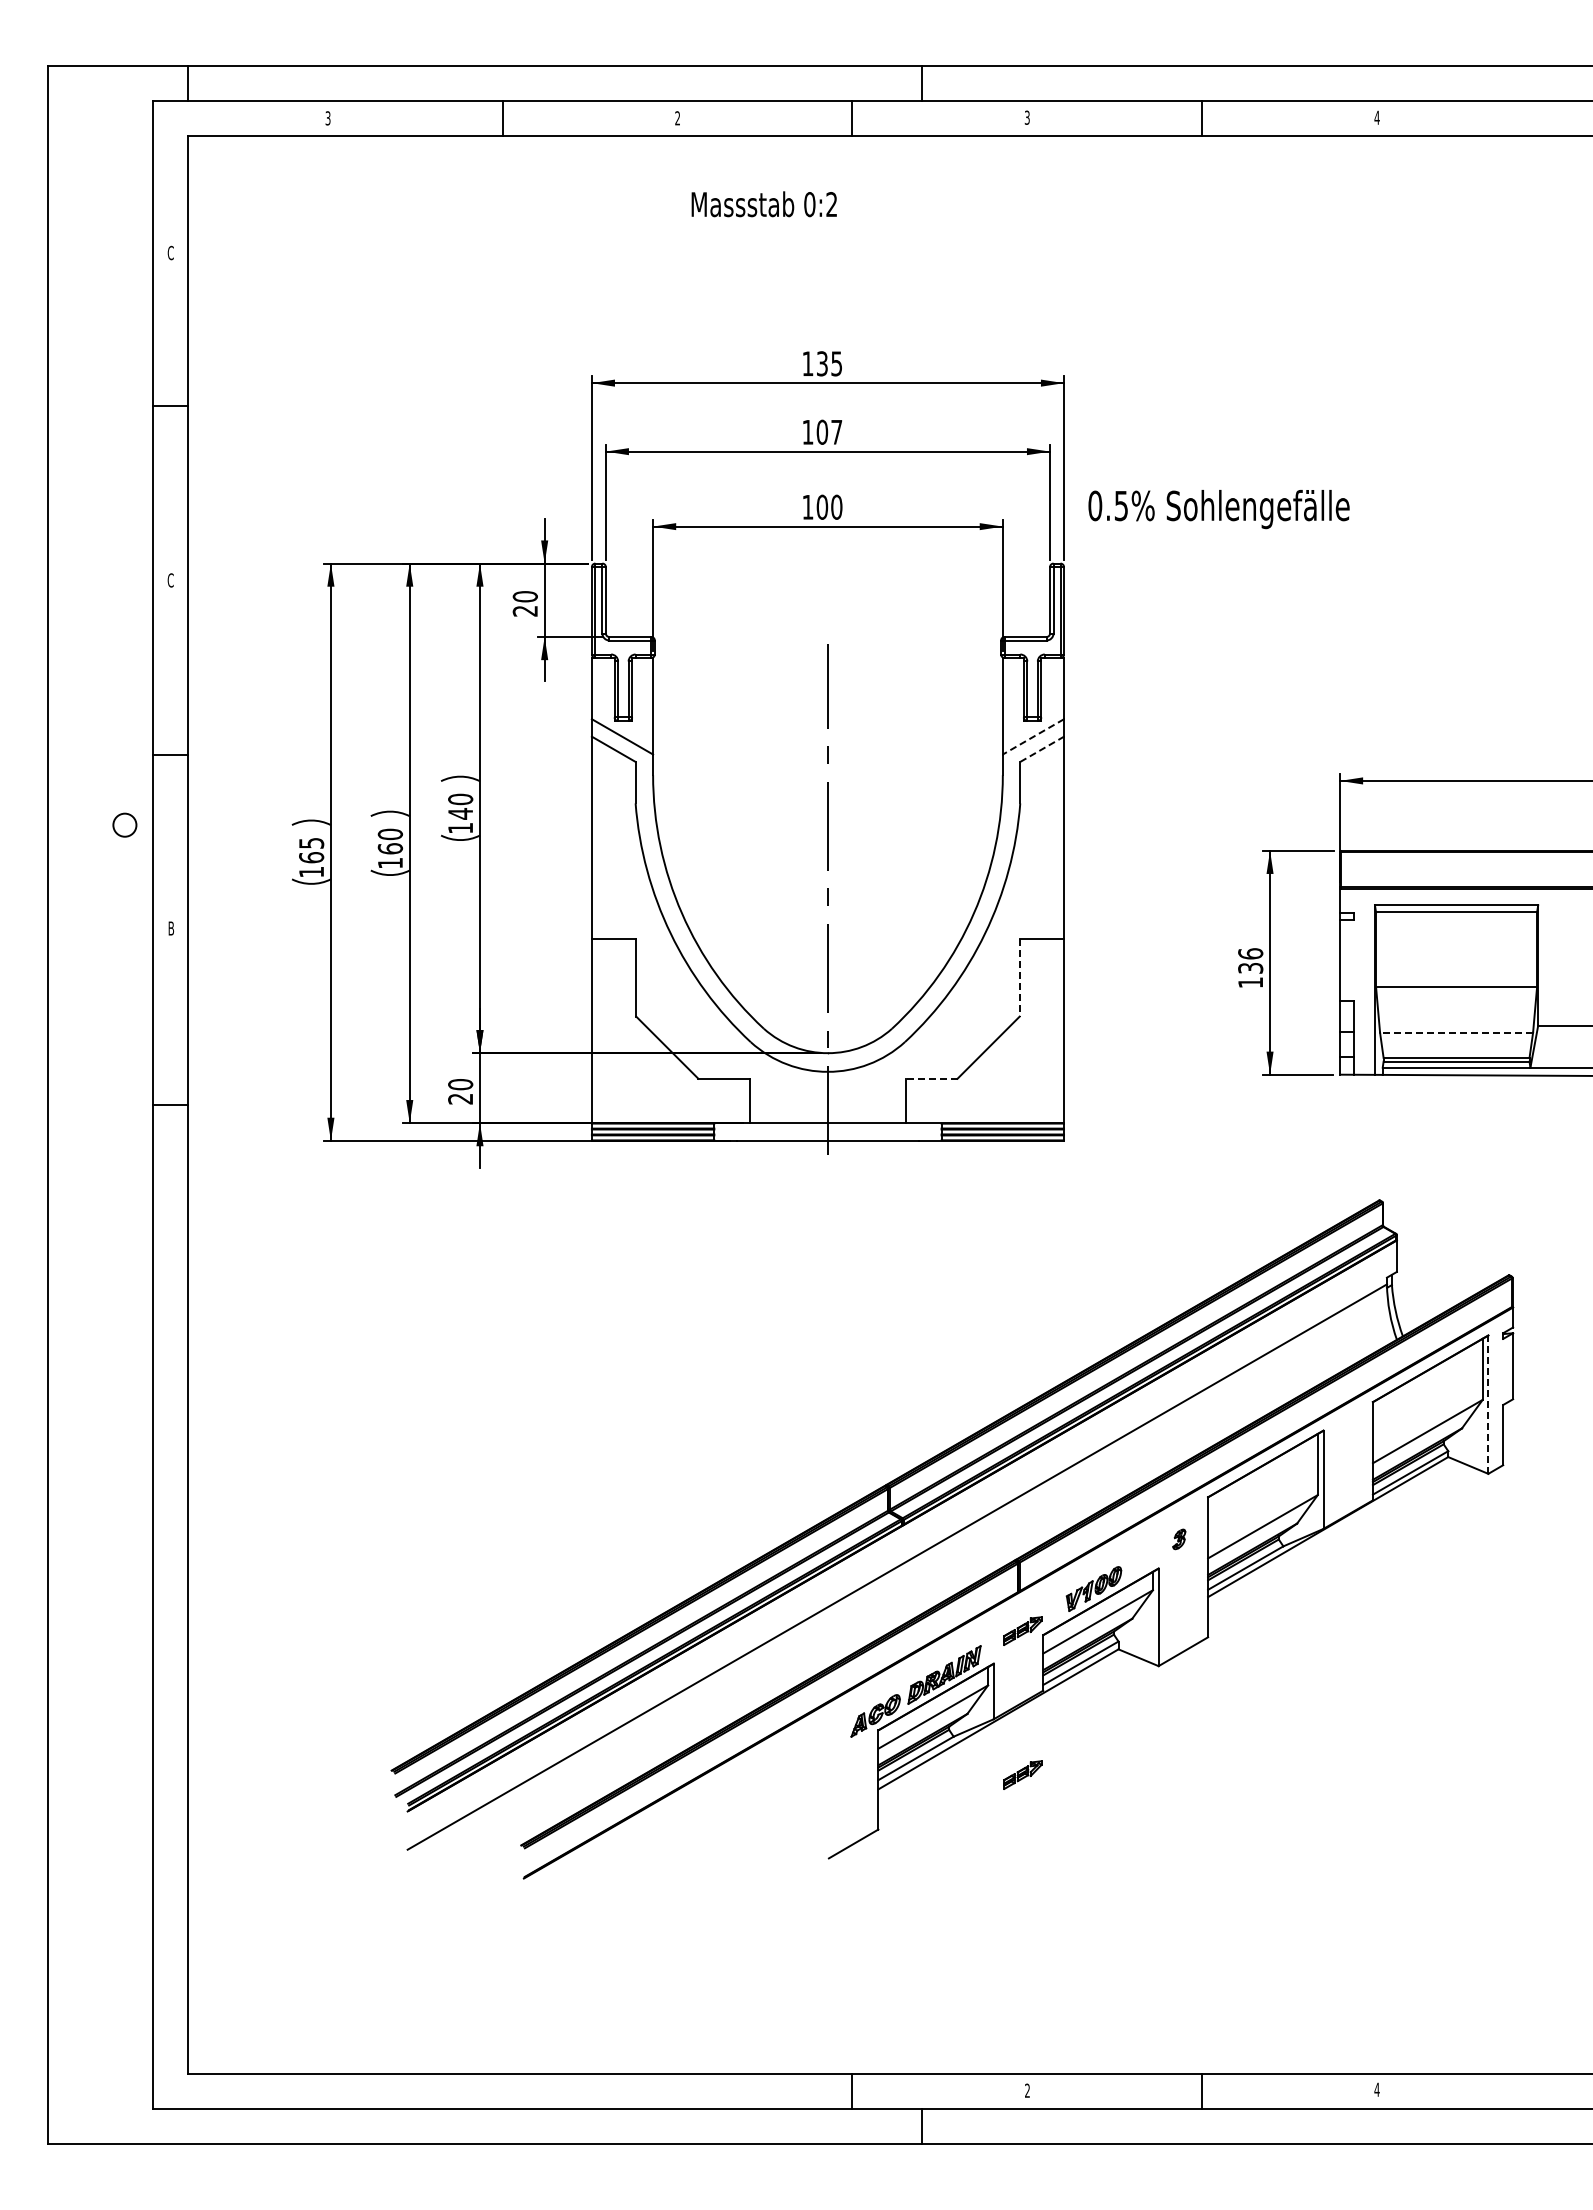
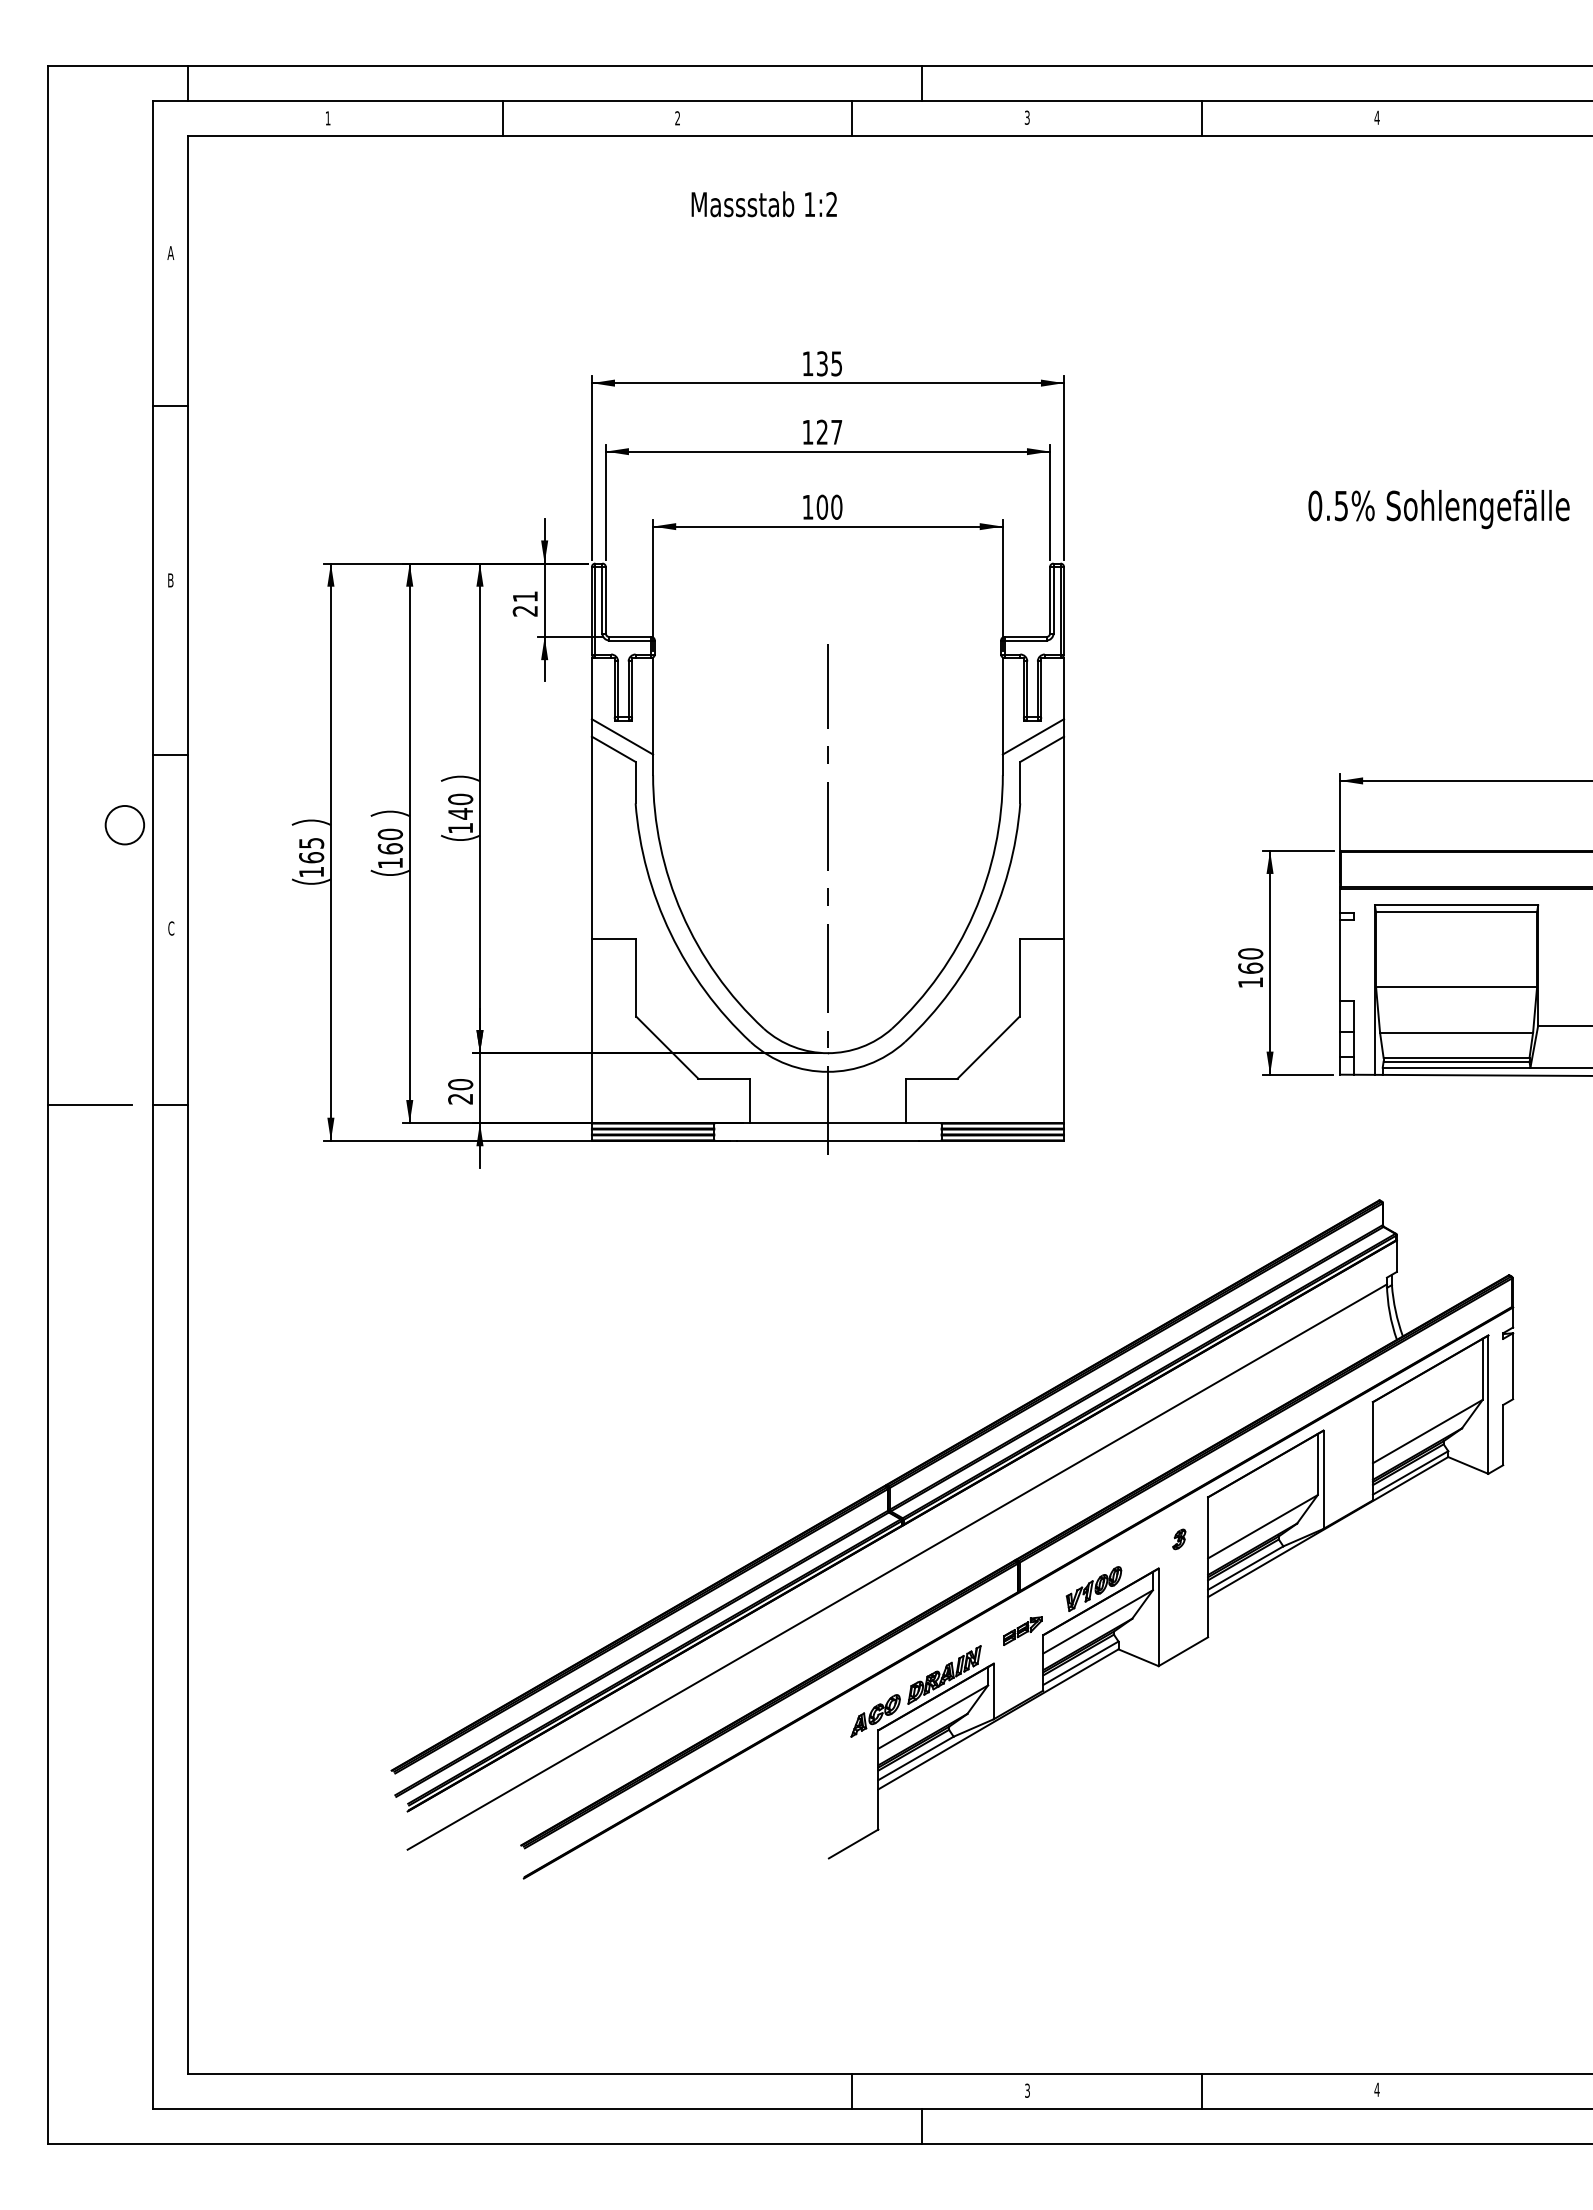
text at (327, 118): 3 -> 1
text at (809, 204): 0:2 -> 1:2
text at (170, 252): C -> A
text at (822, 431): 107 -> 127
text at (1218, 509) position: (1218, 509) -> (1438, 509)
text at (170, 580): C -> B
text at (524, 596): 20 -> 21
line at (1033, 737): dashed -> solid
line at (1042, 749): dashed -> solid
circle at (124, 824) diameter: 23 px -> 38 px
text at (171, 928): B -> C
text at (1250, 960): 136 -> 160
line at (1019, 977): dashed -> solid
line at (1456, 1032): dashed -> solid
line at (931, 1078): dashed -> solid
line at (89, 1105): none -> present
line at (1488, 1404): dashed -> solid
part at (1022, 1774): present -> none
text at (1027, 2091): 2 -> 3
